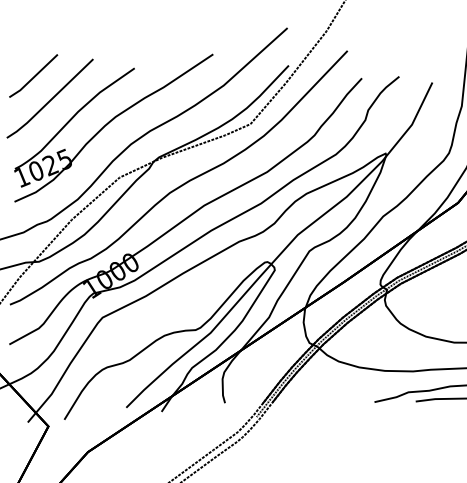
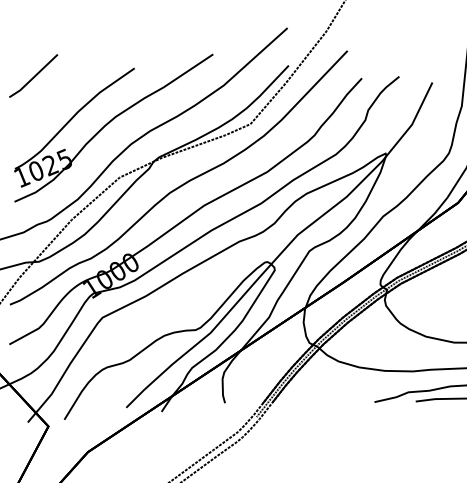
part at (49, 98): present -> none
